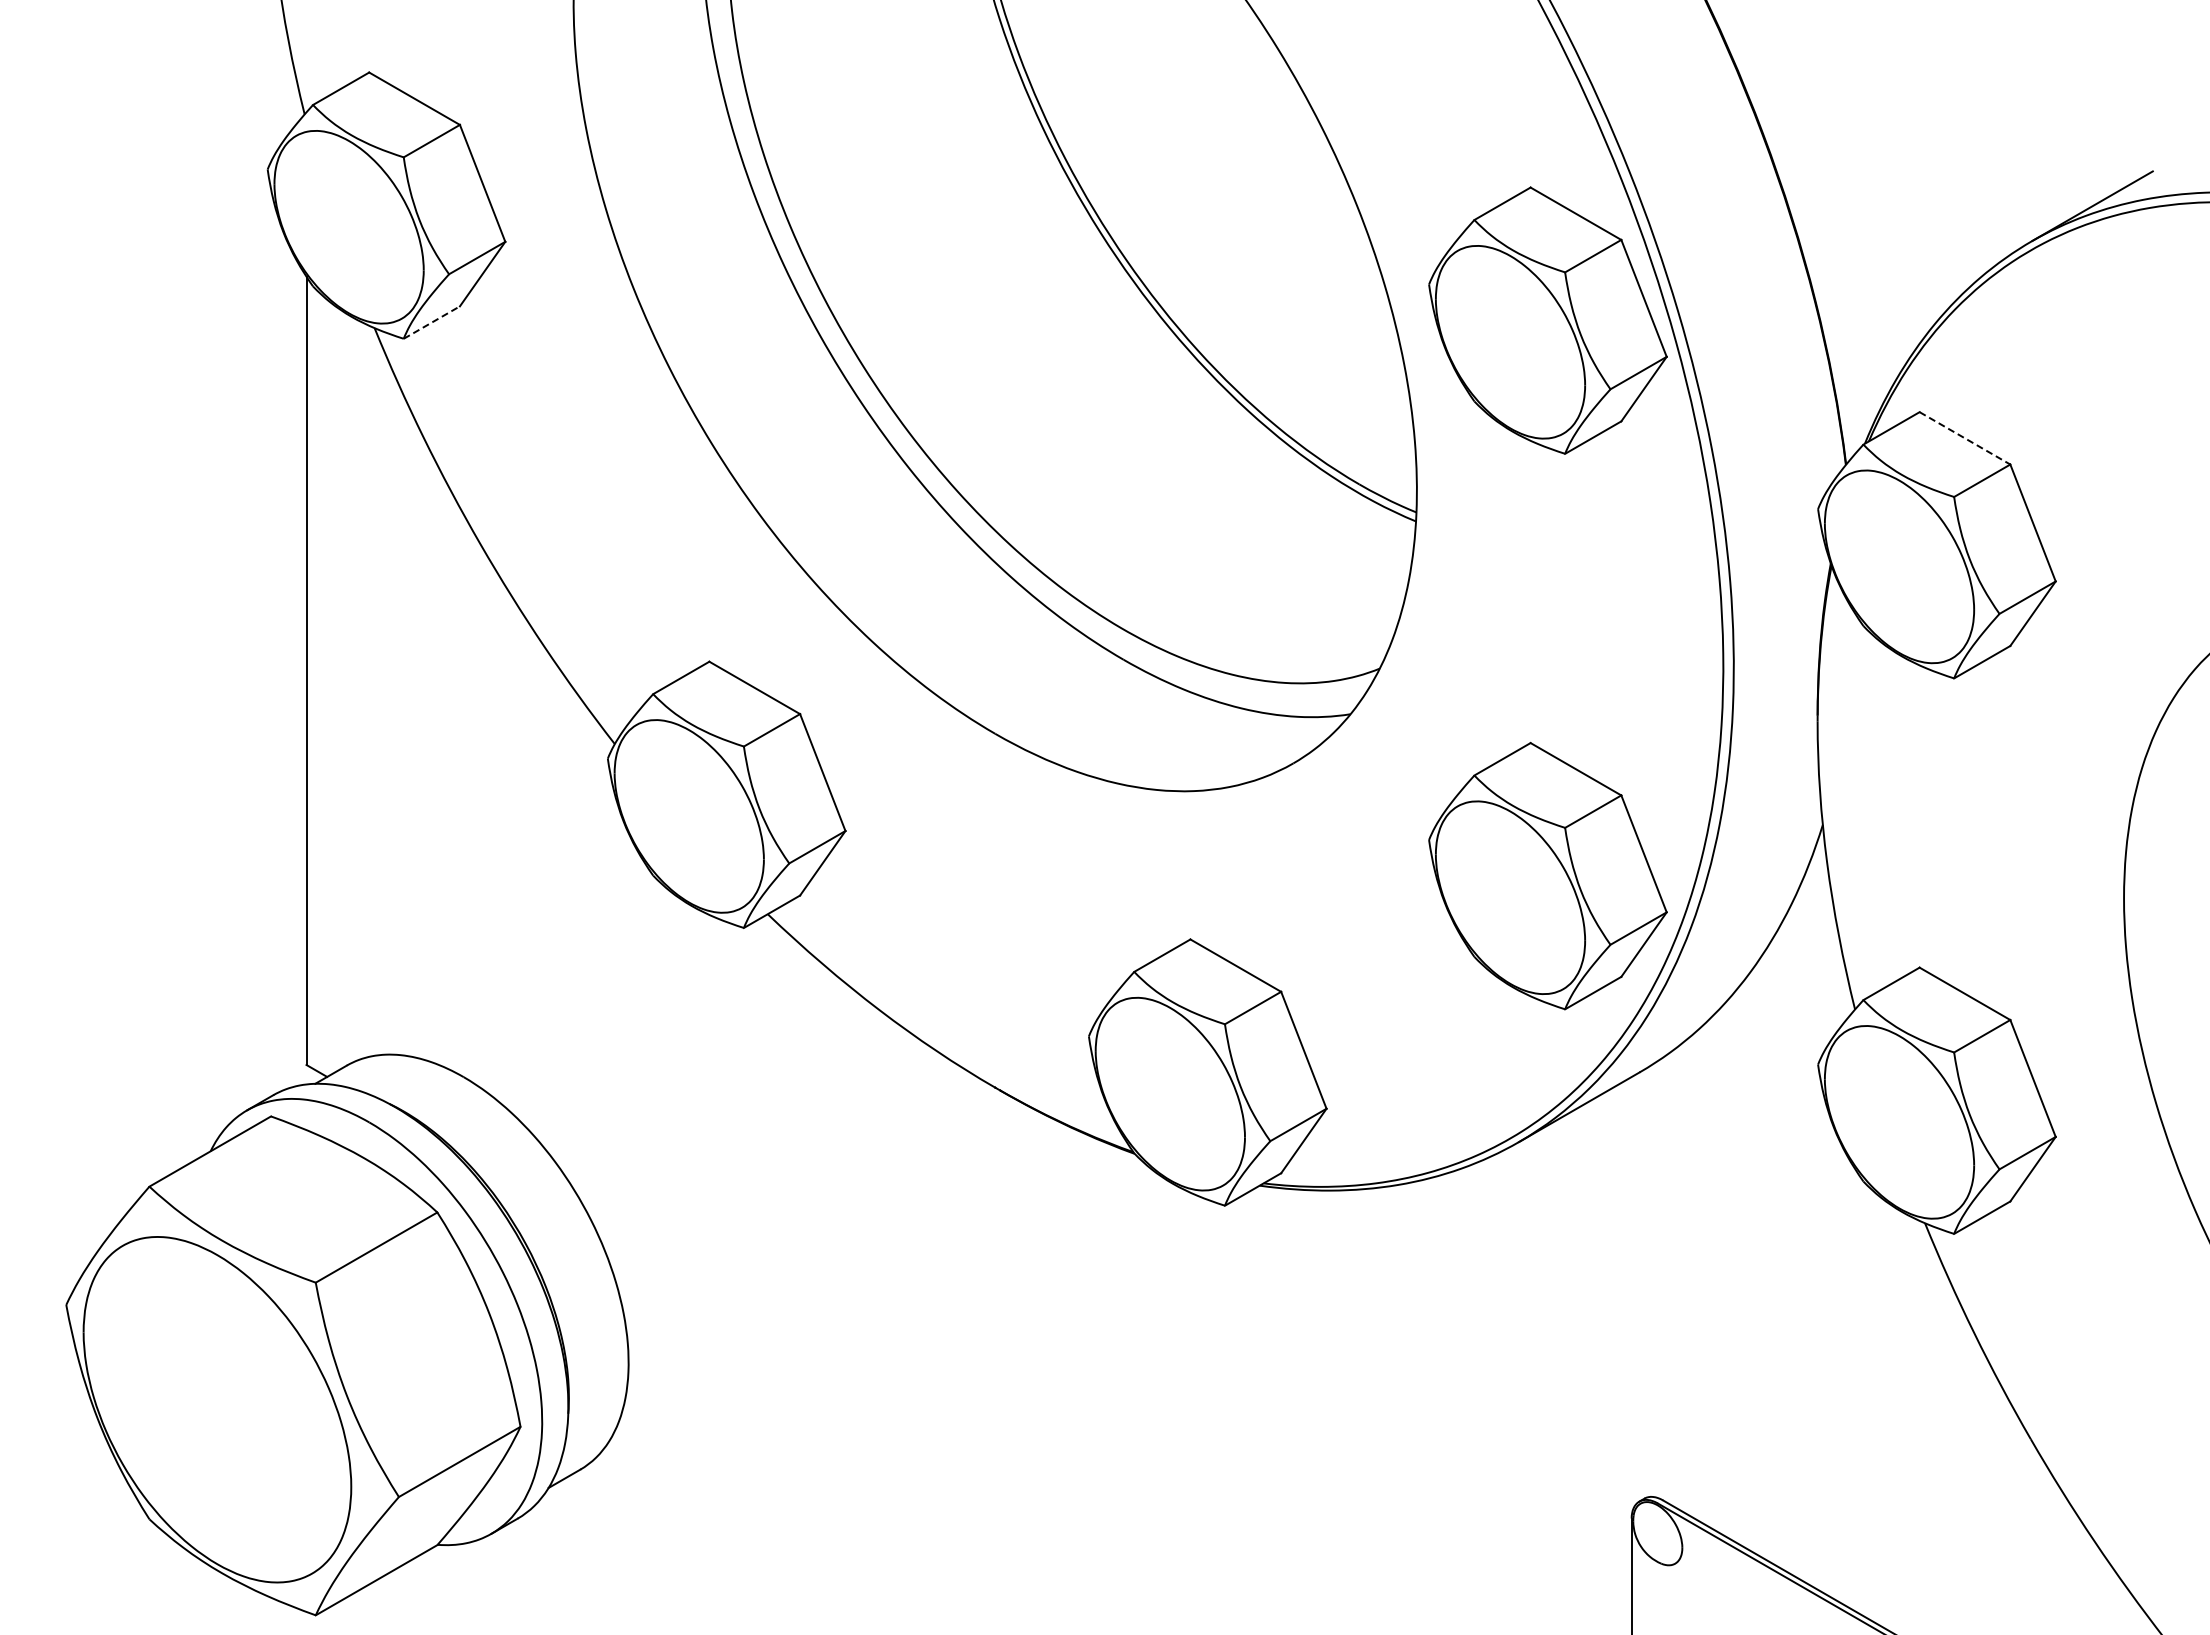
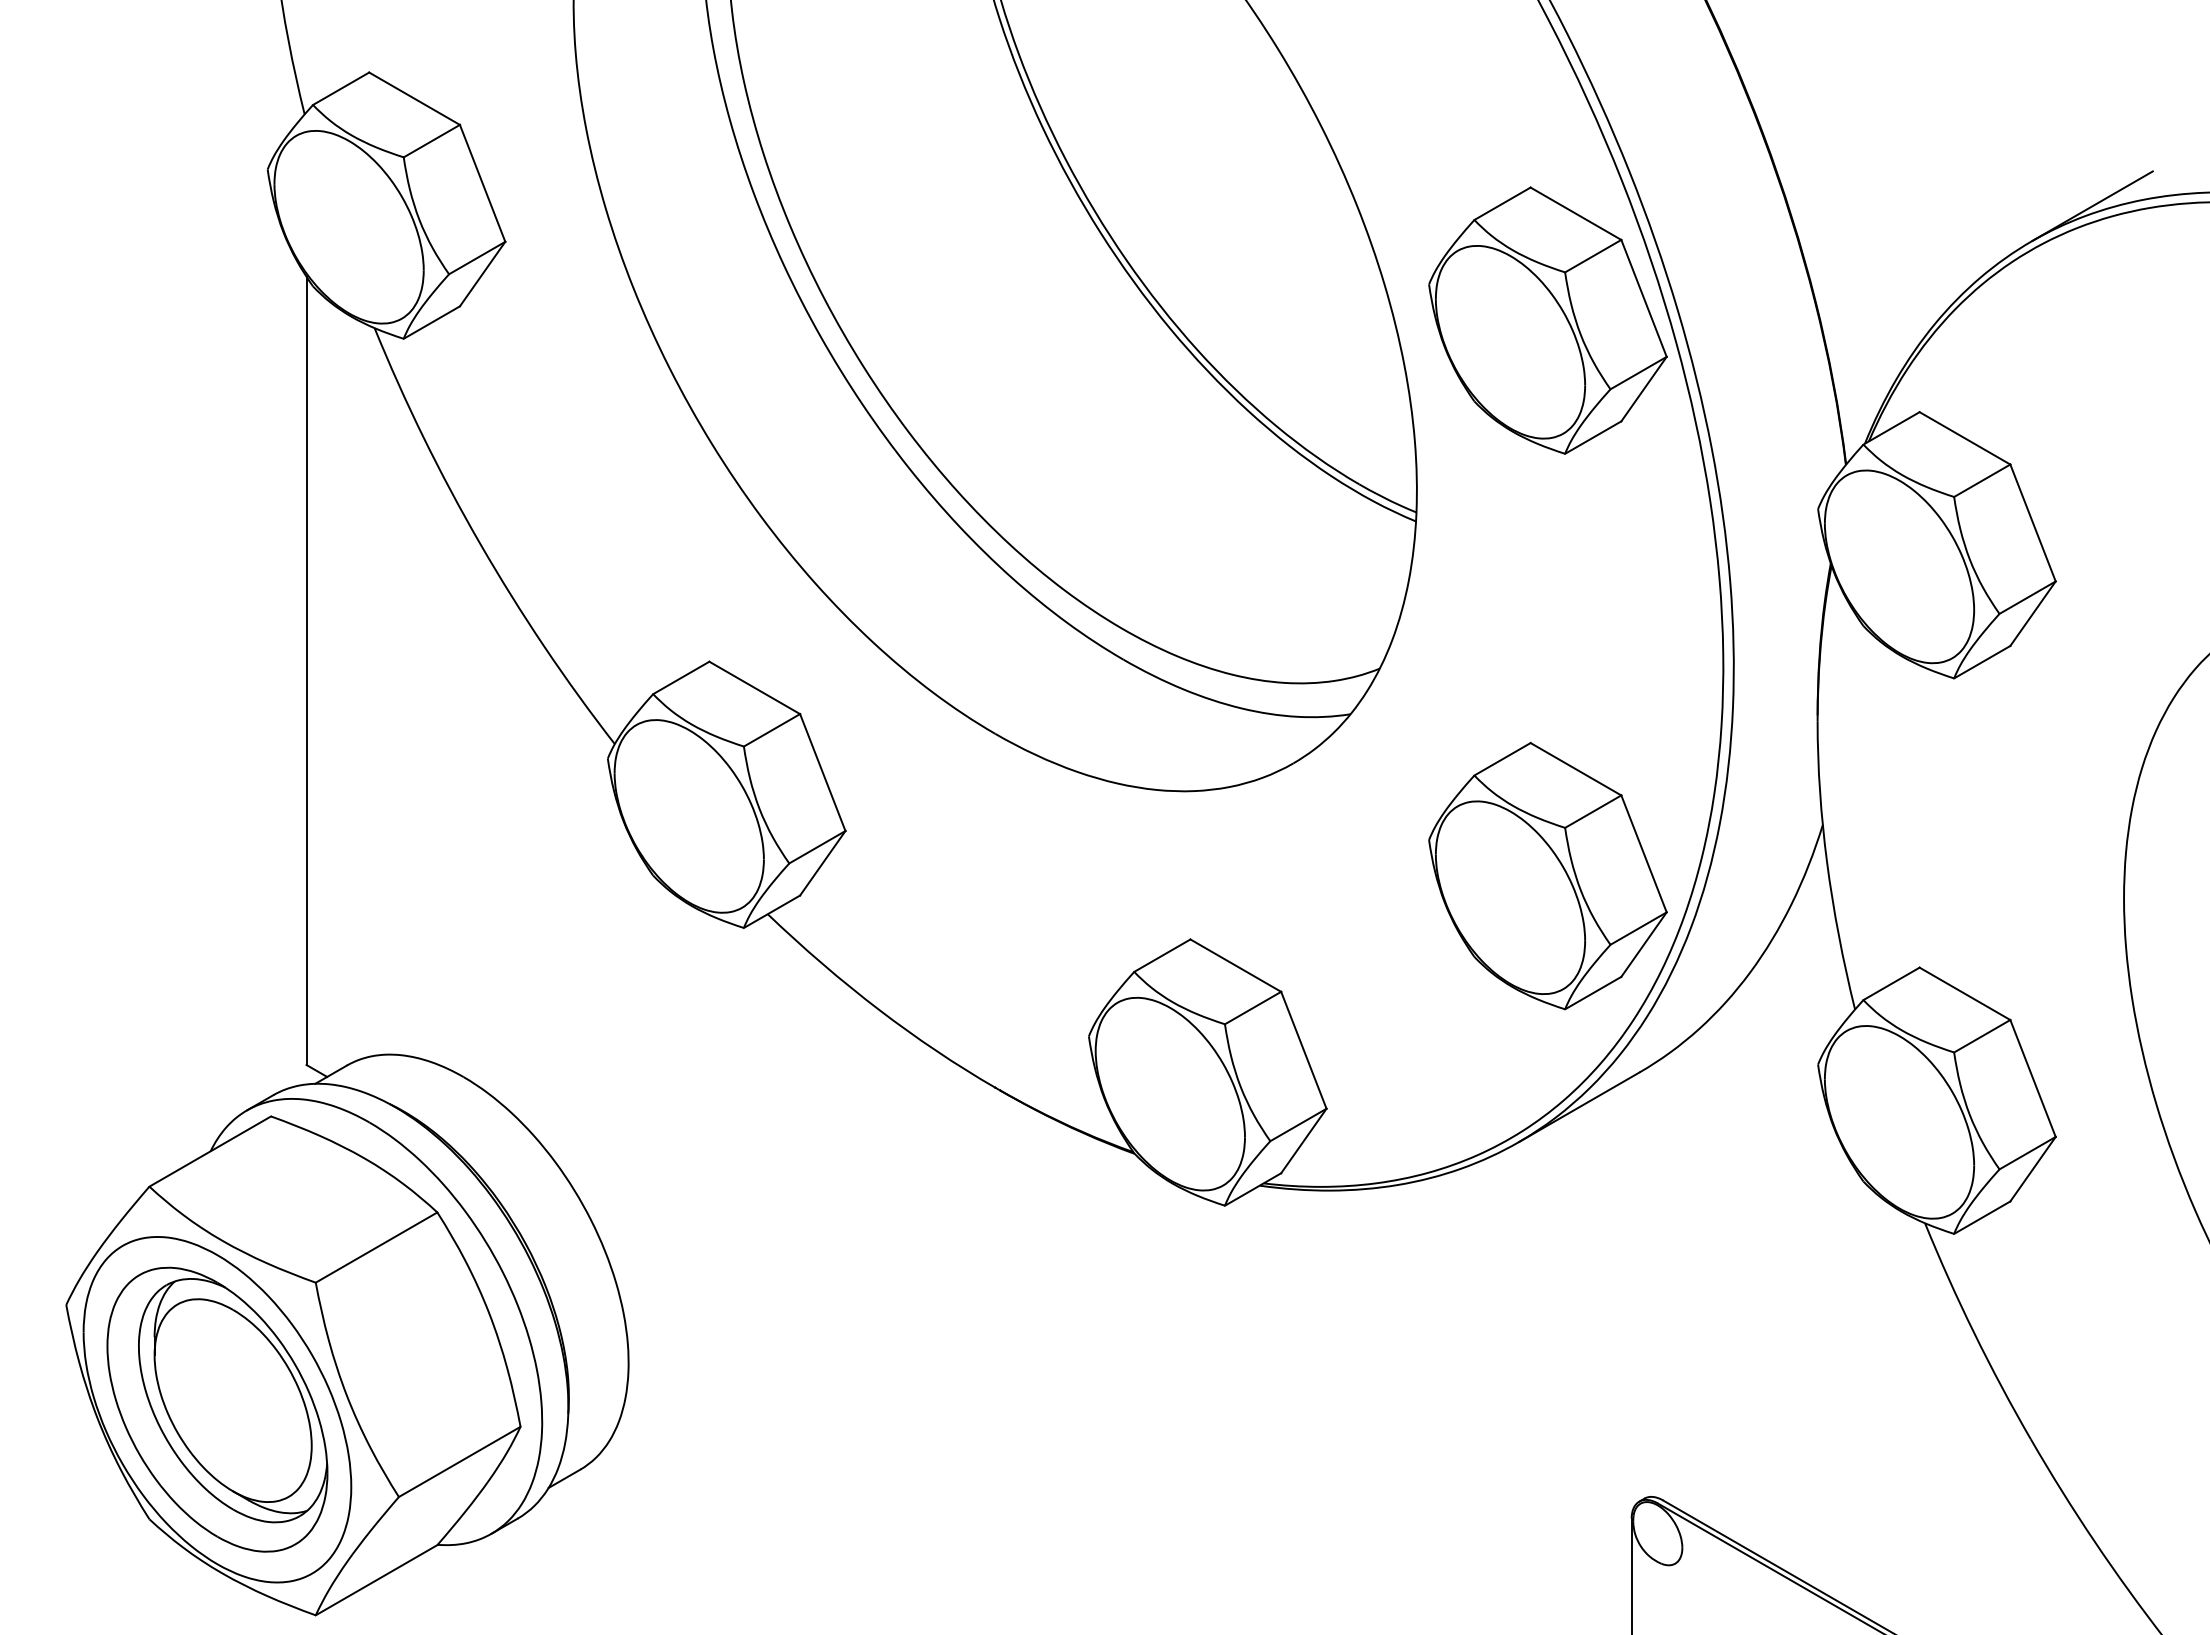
line at (432, 322): dashed -> solid
line at (1965, 438): dashed -> solid
part at (217, 1409): none -> present
